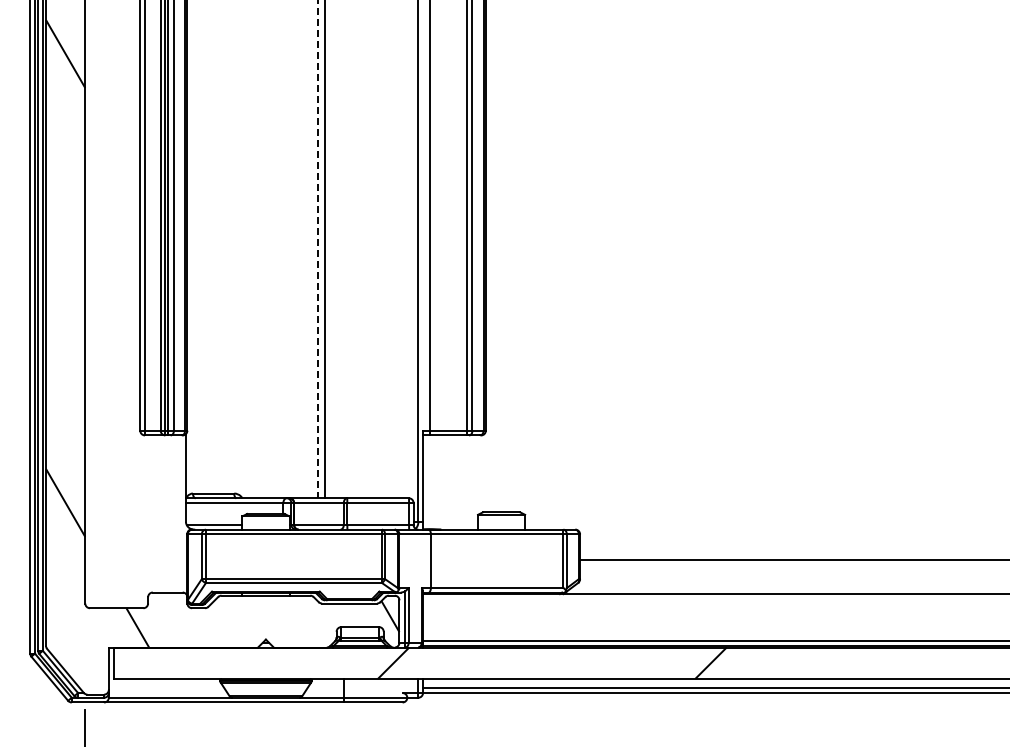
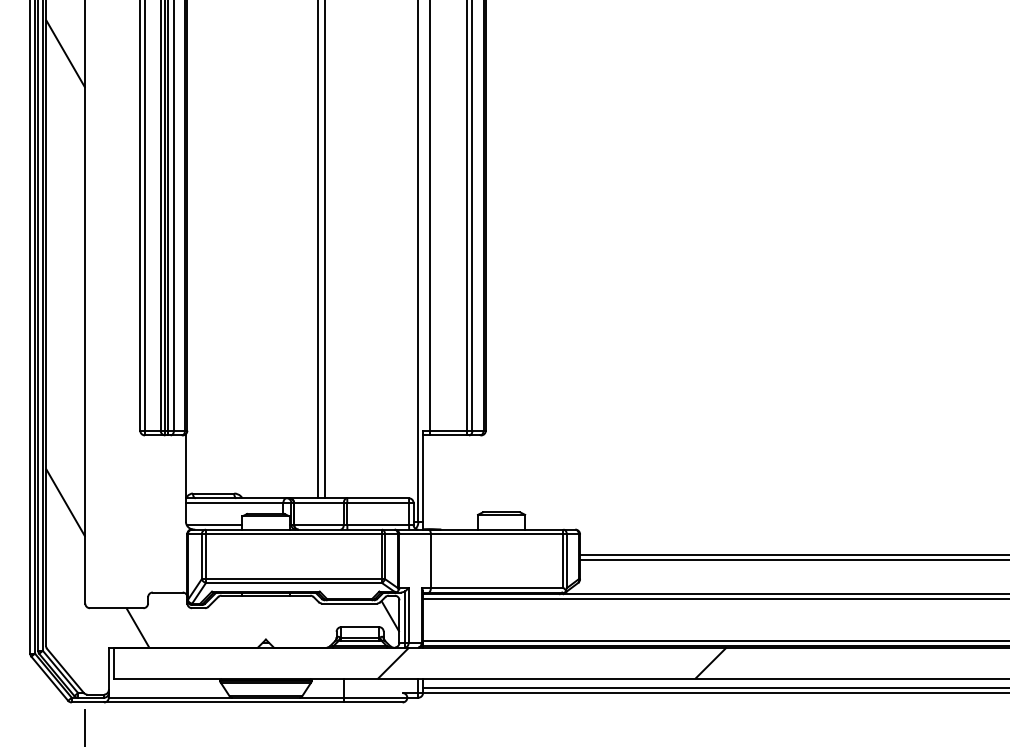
line at (318, 249): dashed -> solid
line at (793, 554): none -> present
line at (714, 598): none -> present
